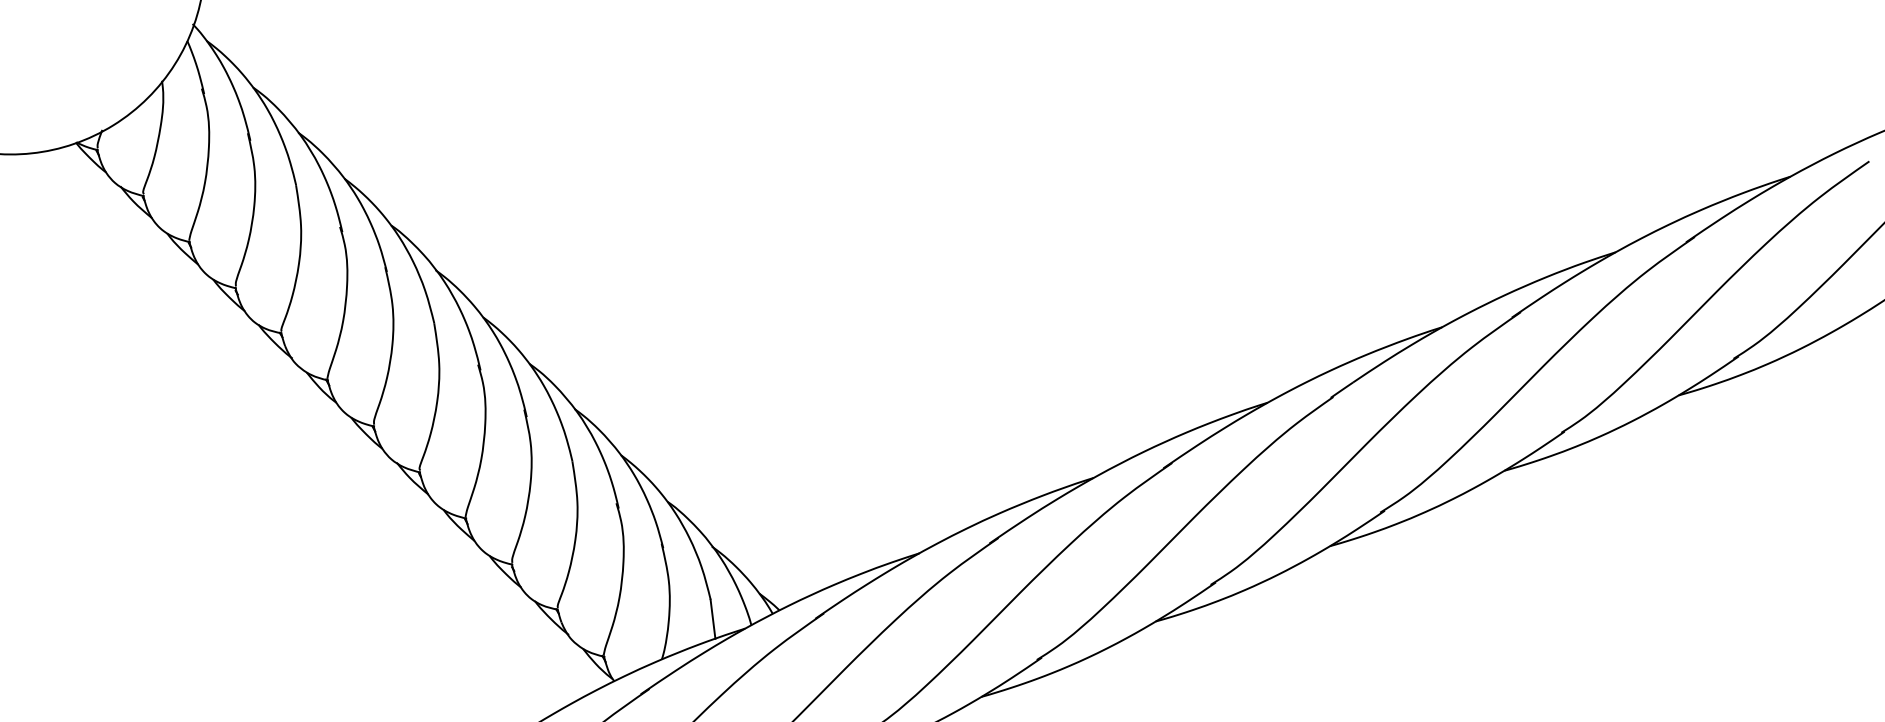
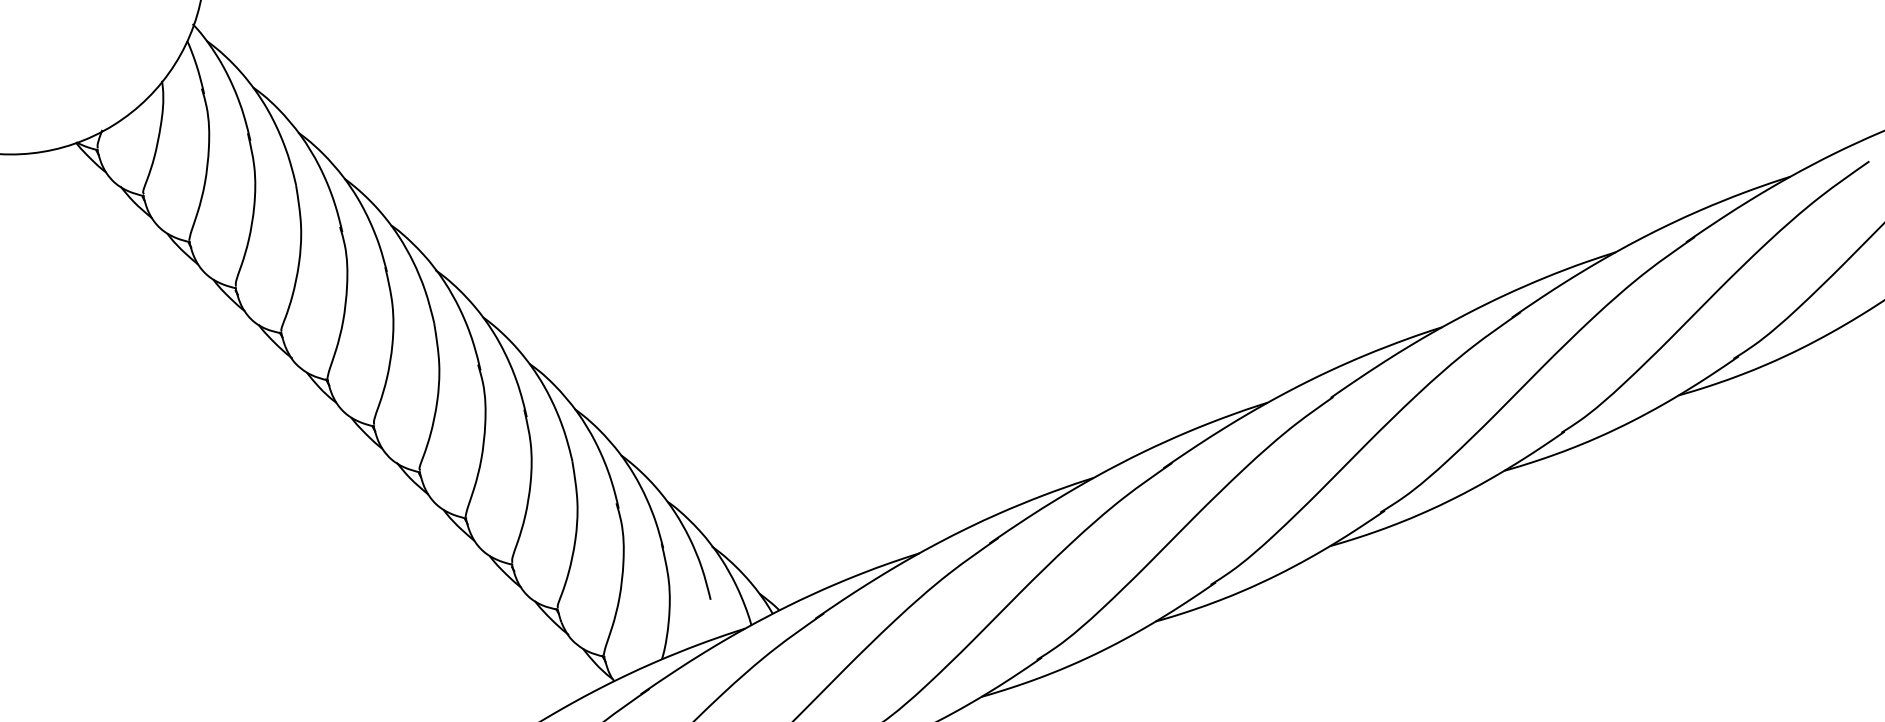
line at (712, 618): present -> none
